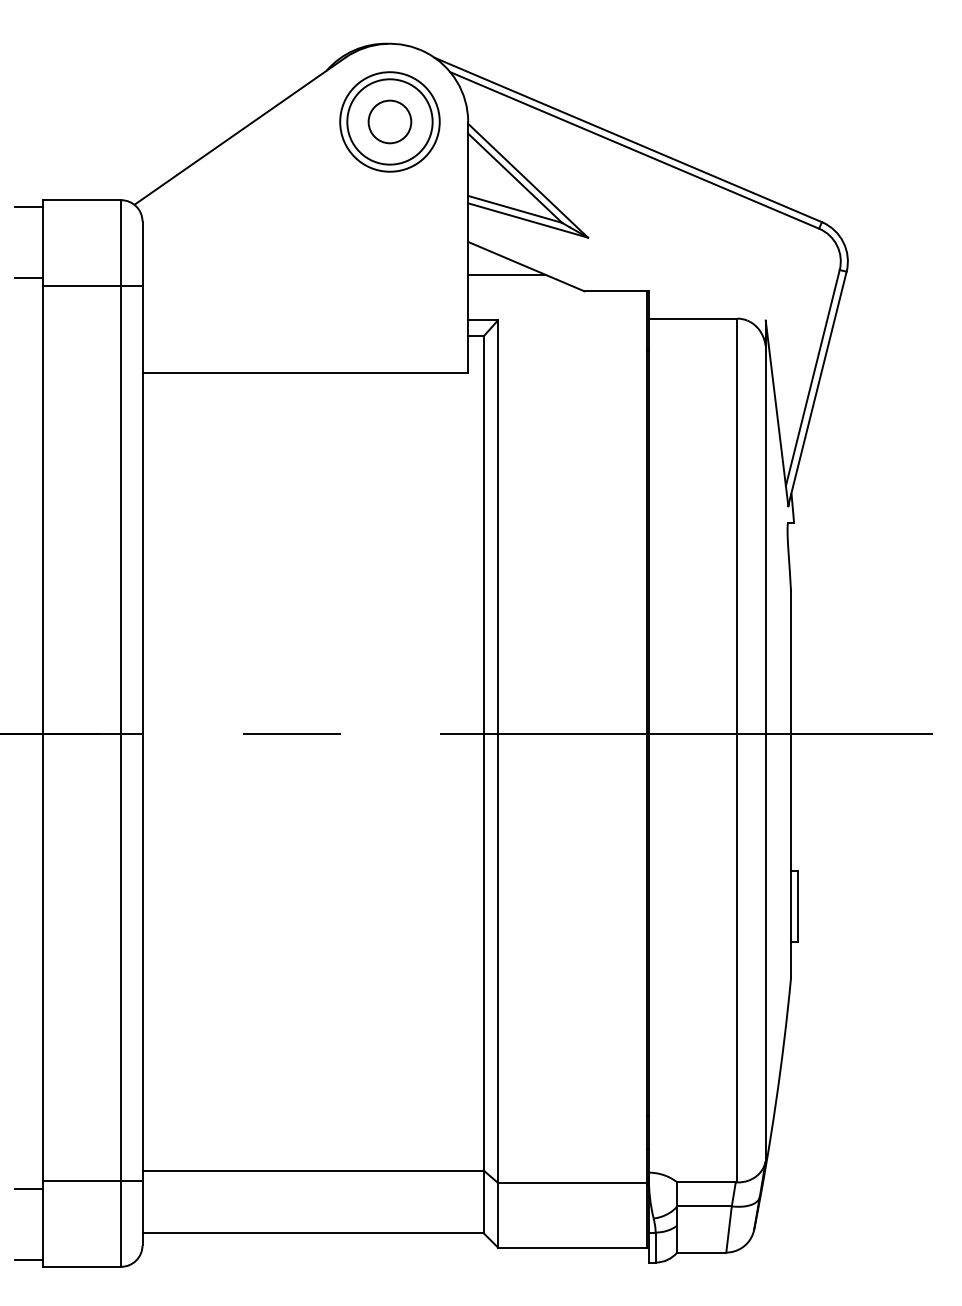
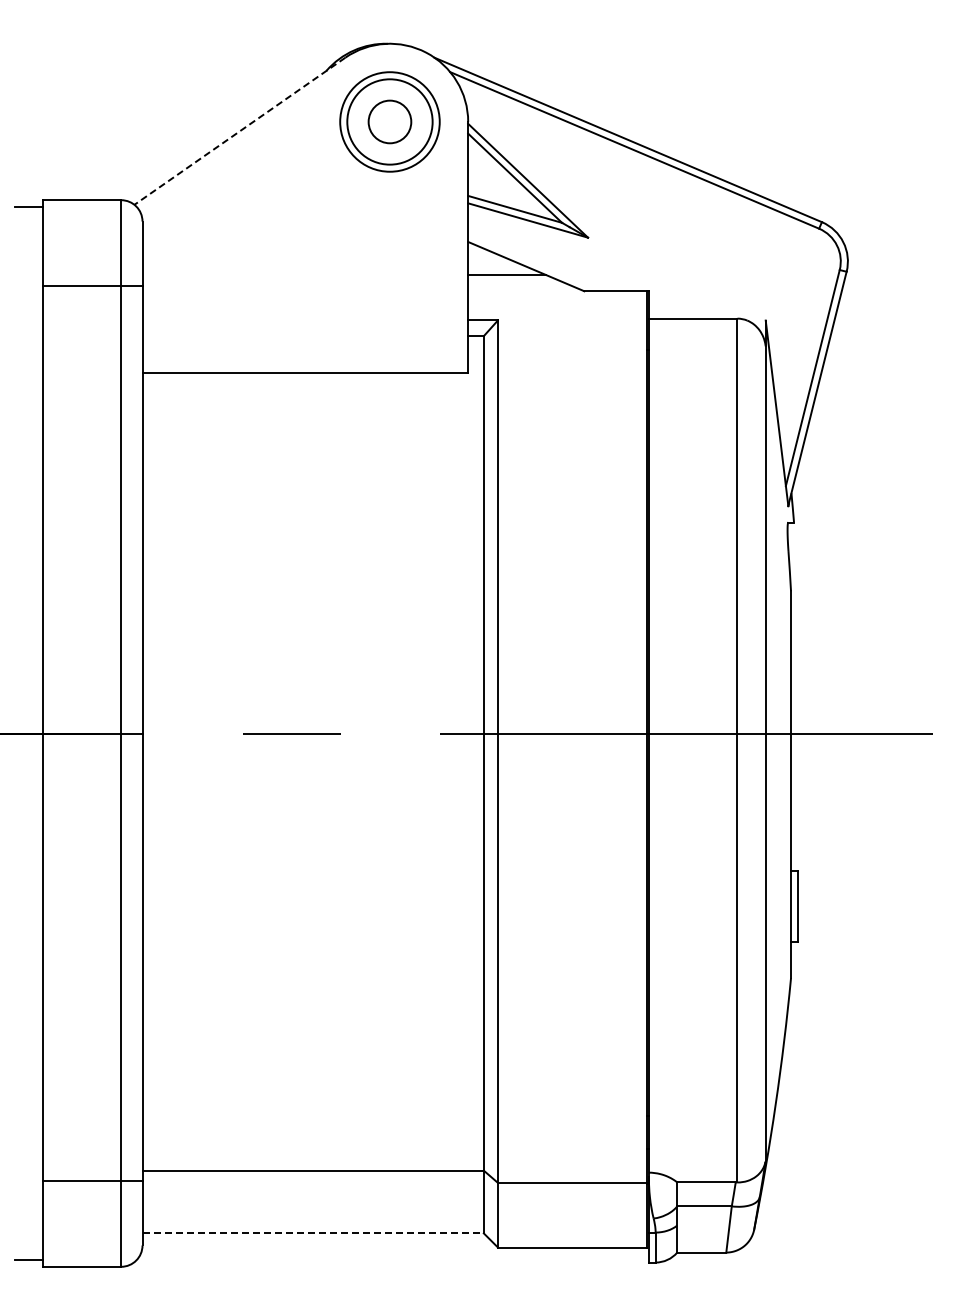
line at (239, 131): solid -> dashed
line at (28, 278): present -> none
line at (28, 1188): present -> none
line at (313, 1233): solid -> dashed
